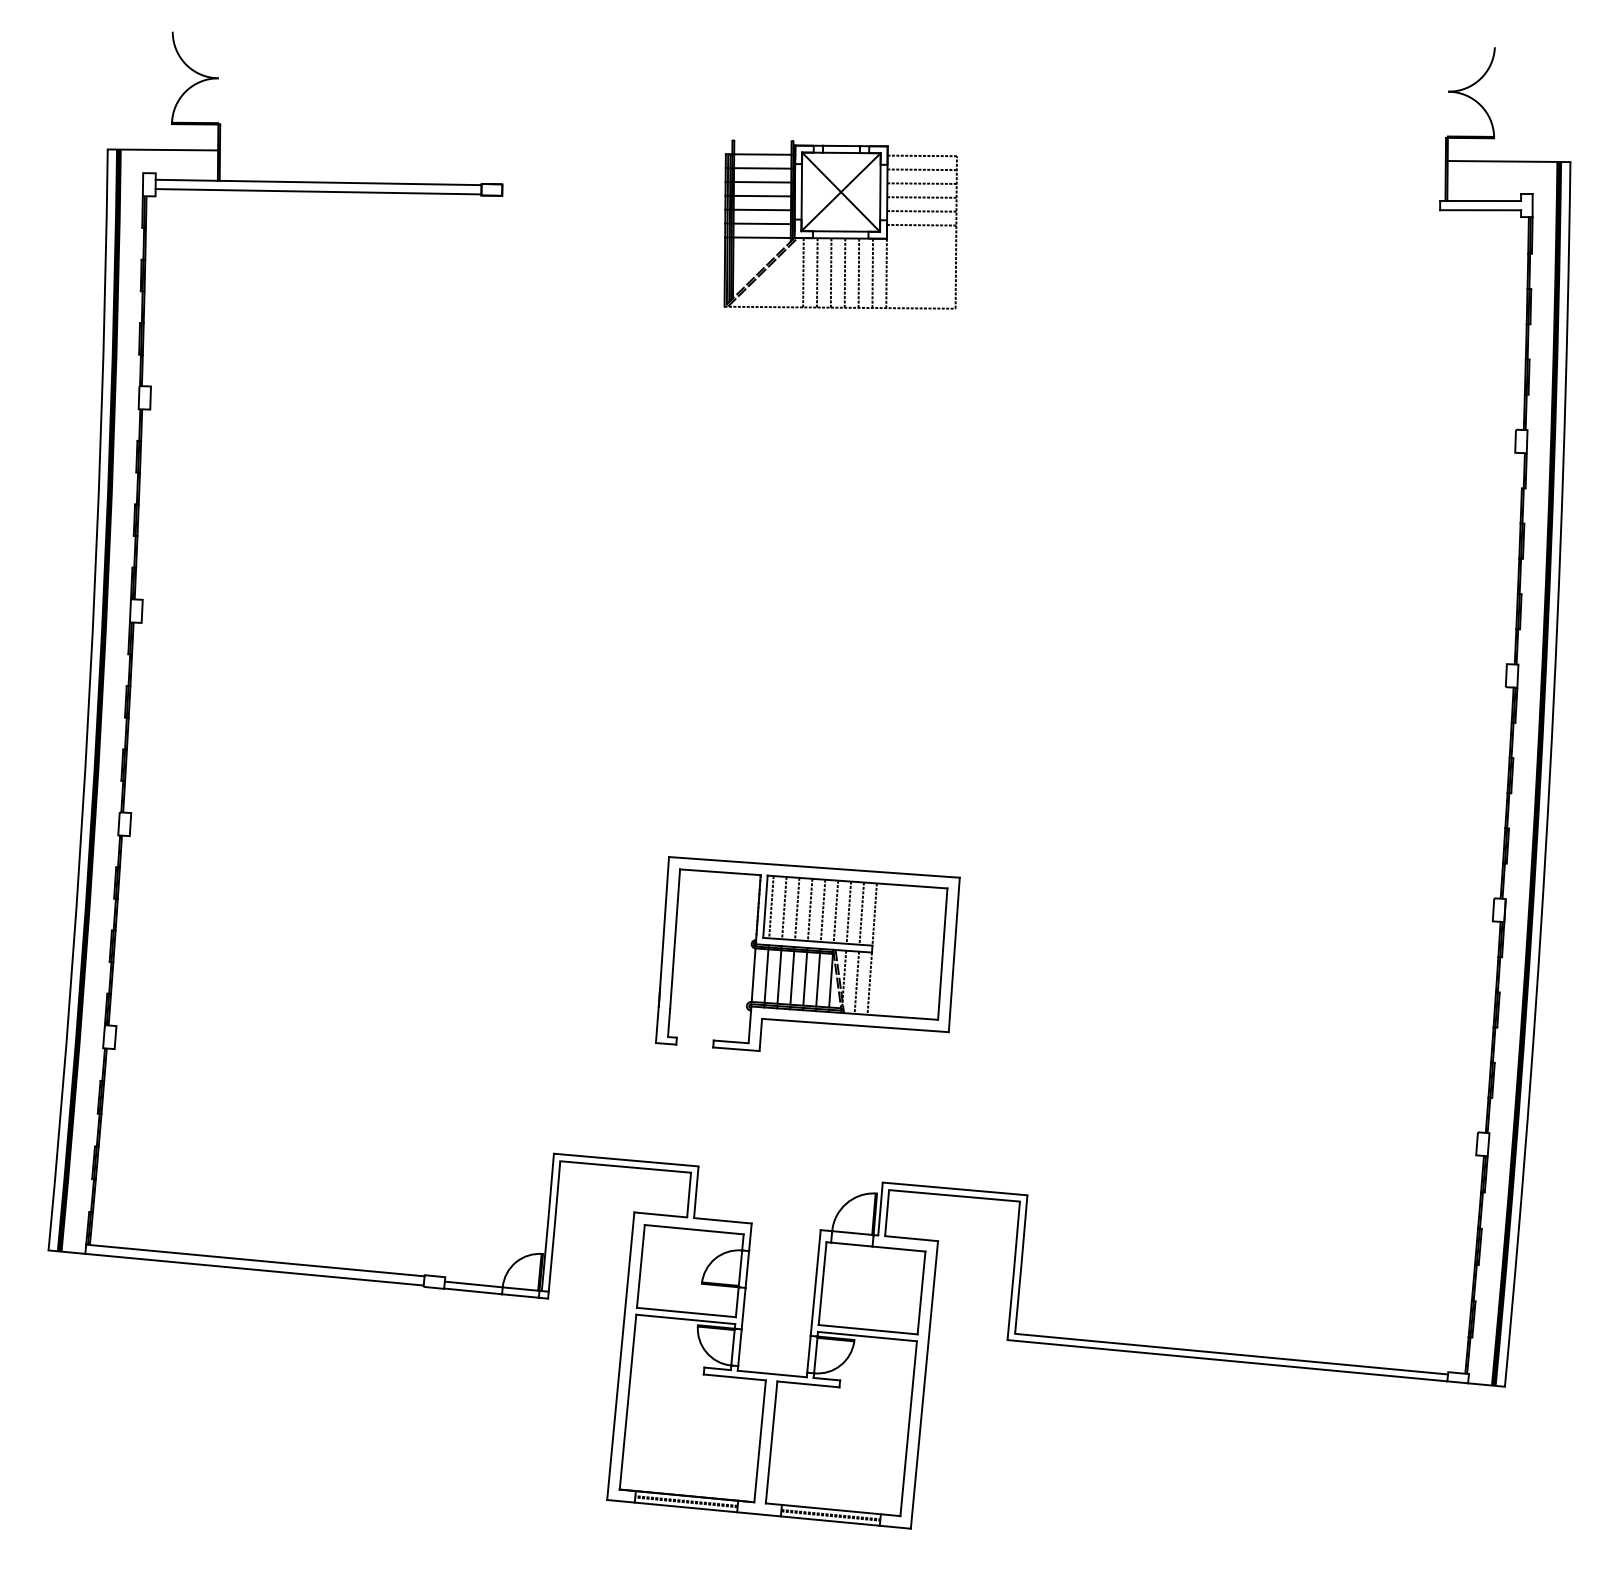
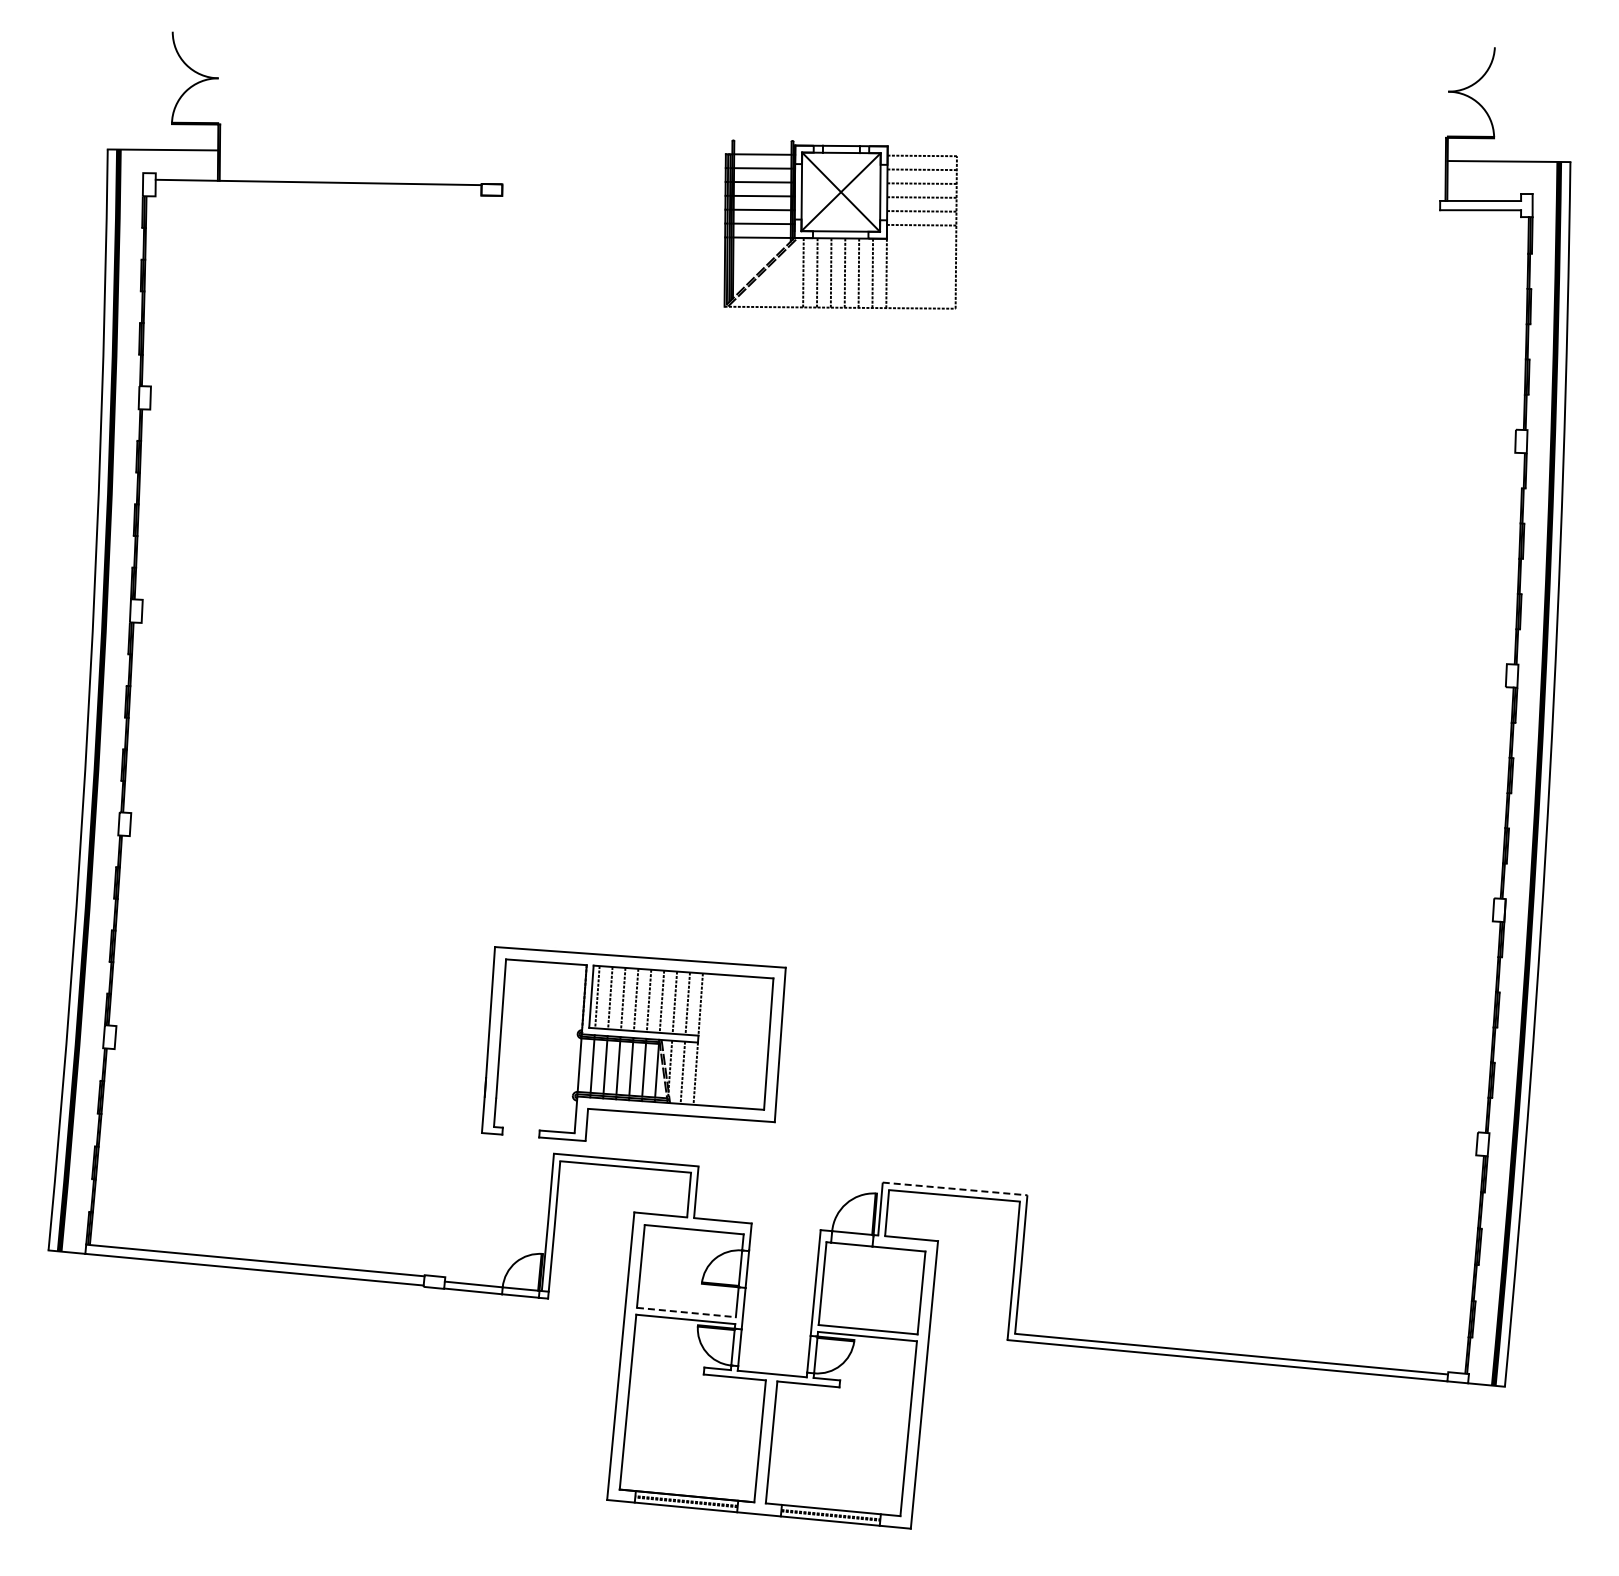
line at (318, 191): present -> none
part at (807, 953) position: (807, 953) -> (633, 1043)
line at (955, 1188): solid -> dashed
line at (686, 1312): solid -> dashed
